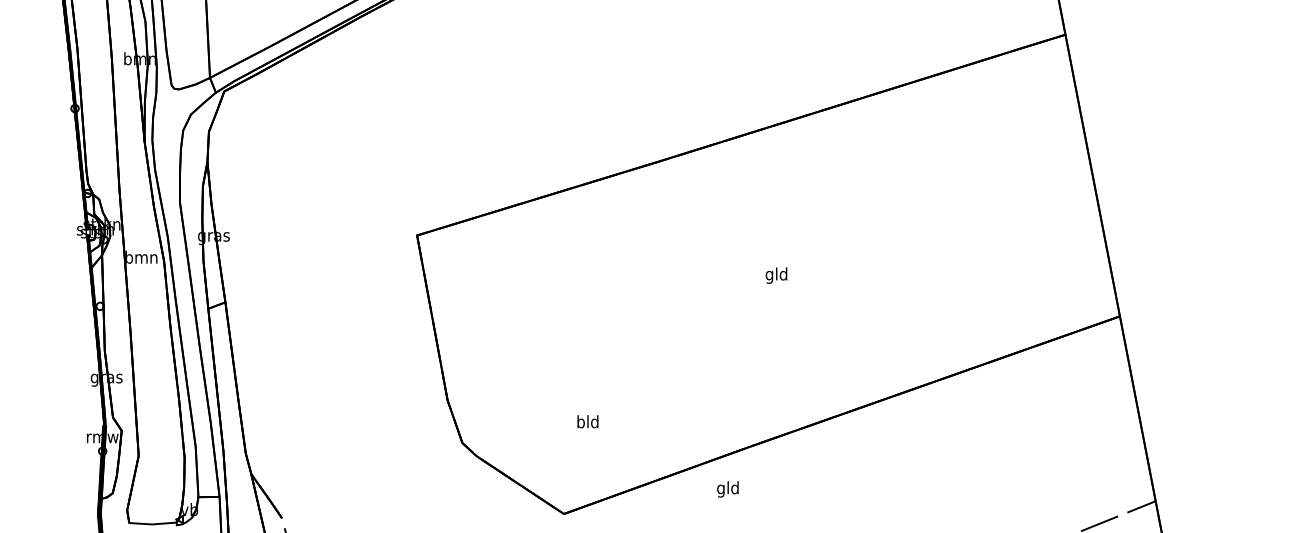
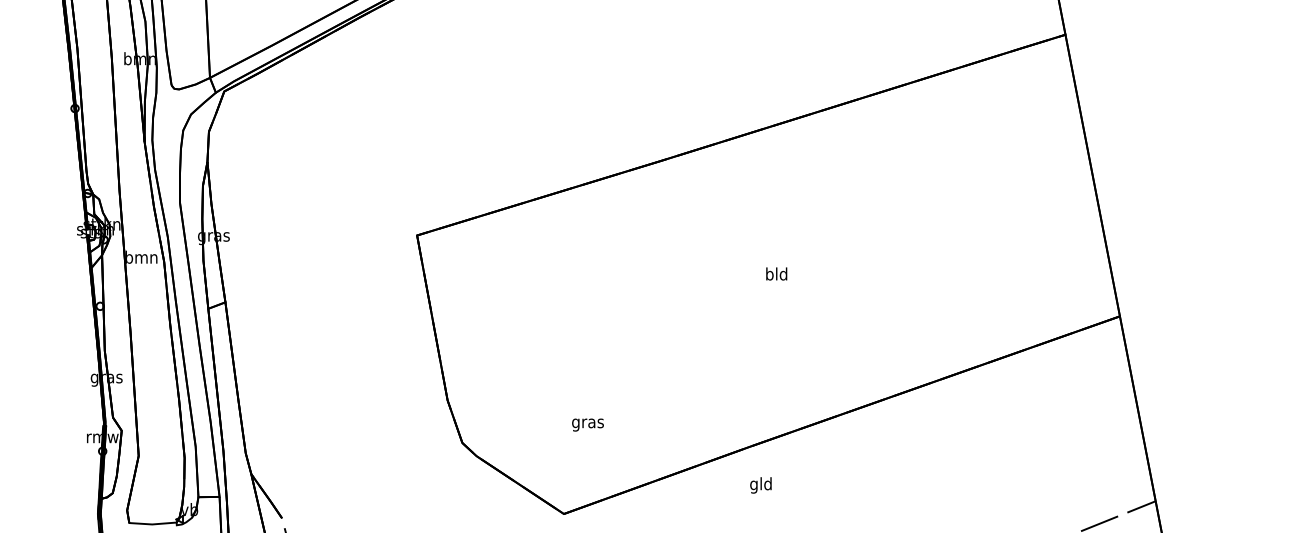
text at (769, 275): gld -> bld
text at (587, 423): bld -> gras
text at (727, 489) position: (727, 489) -> (760, 485)
